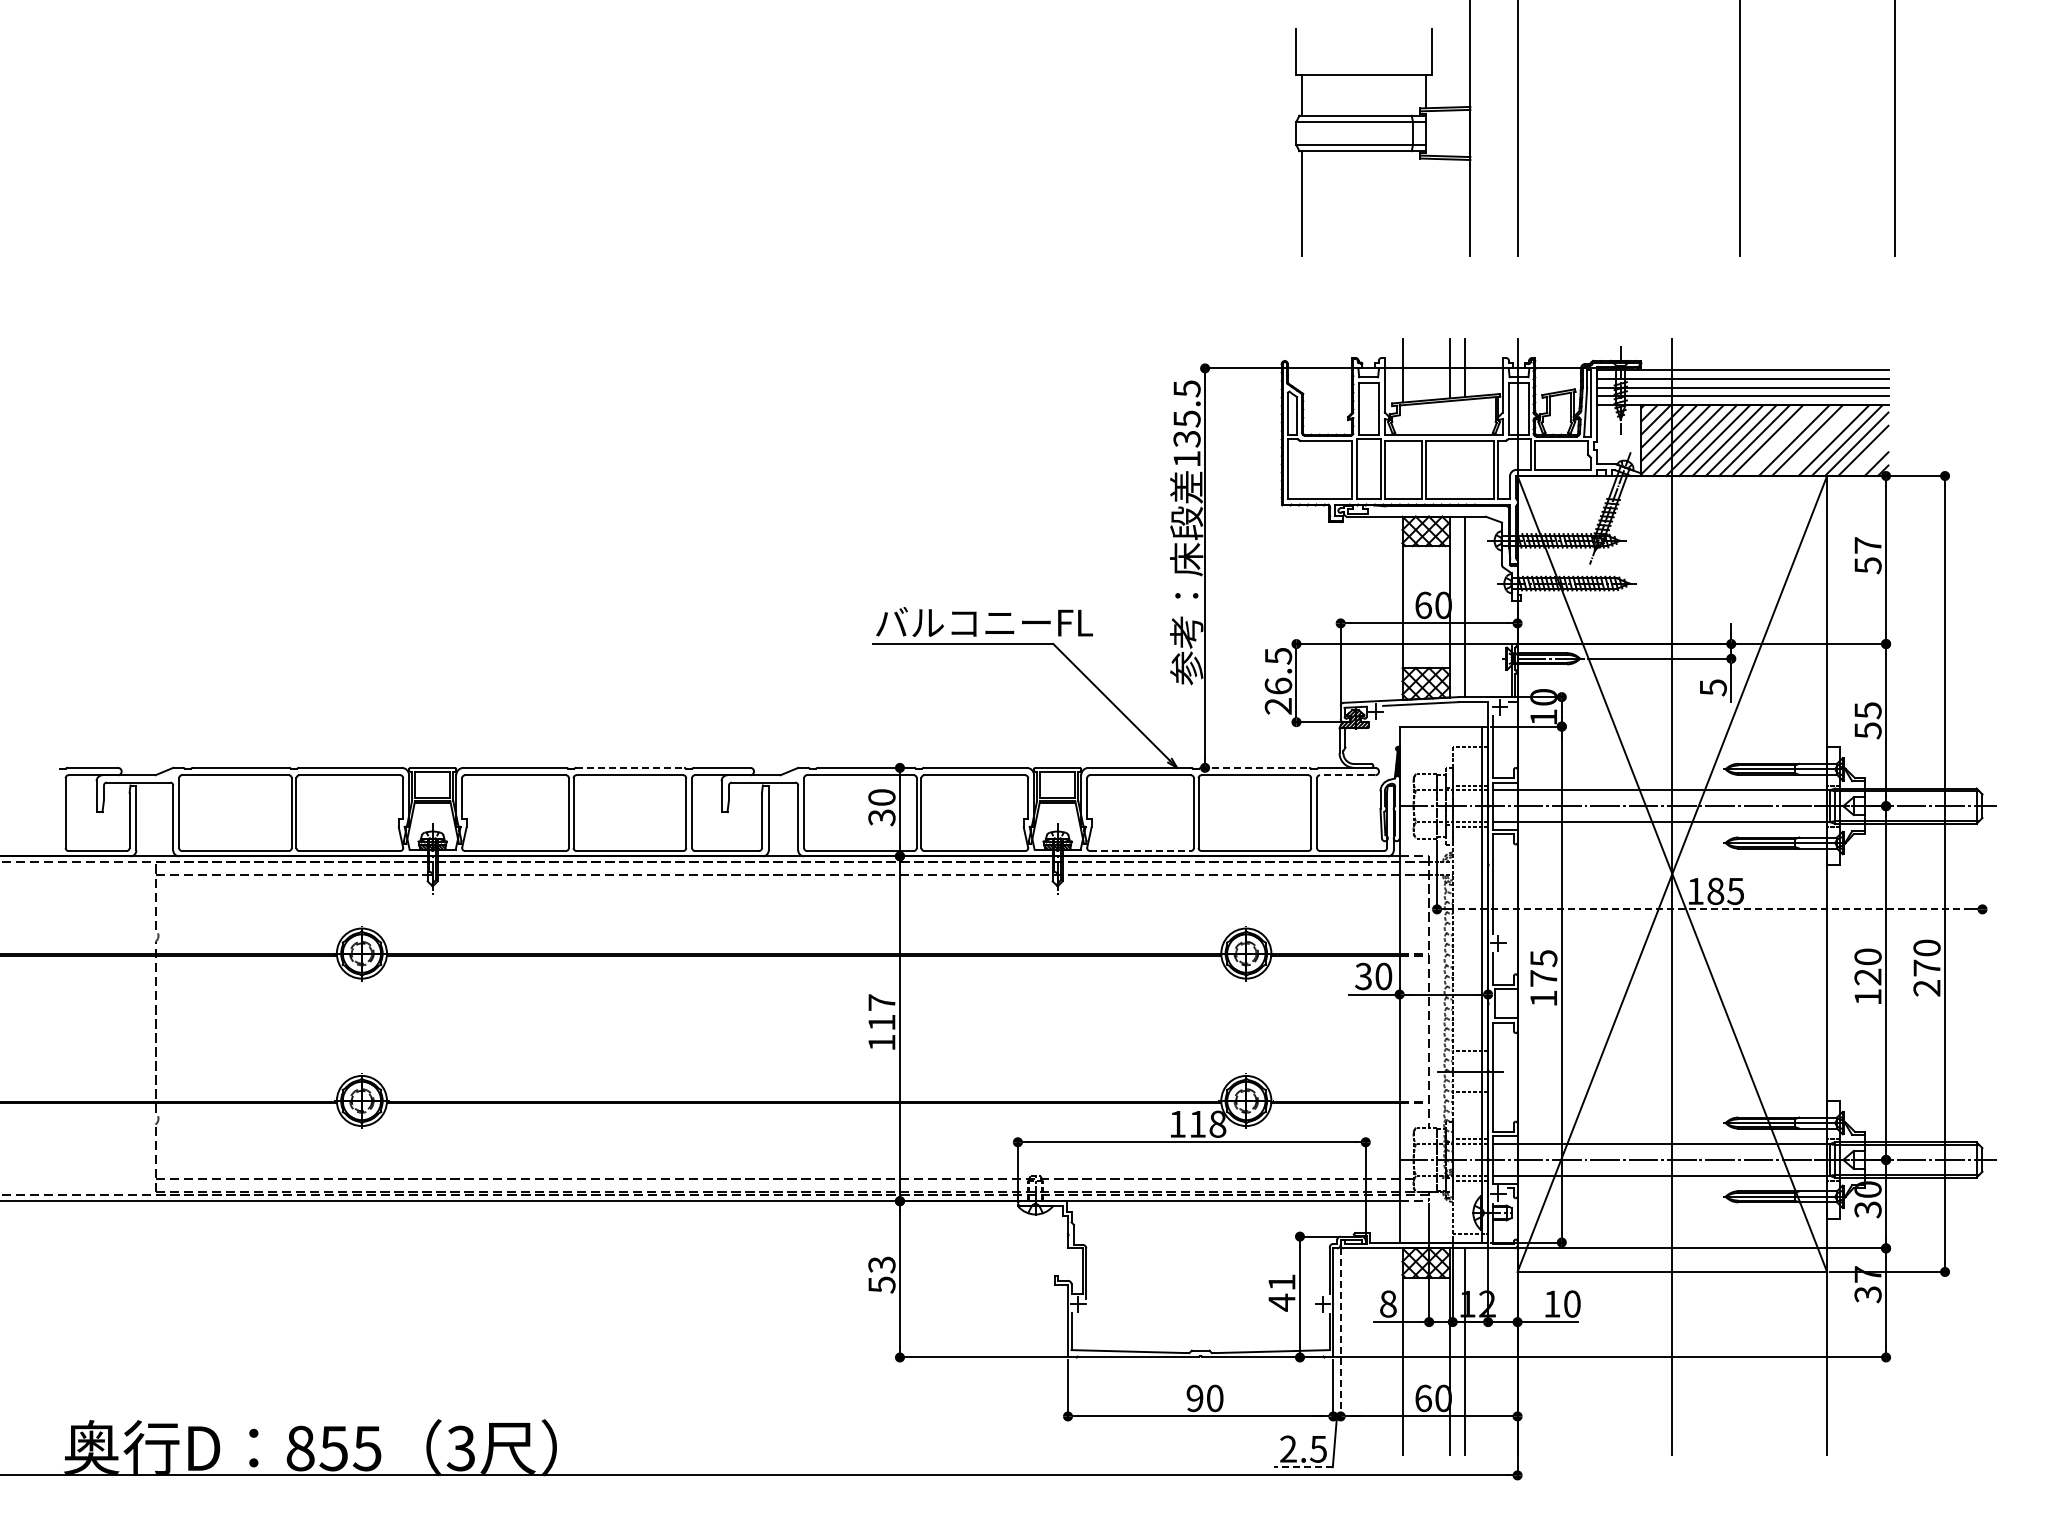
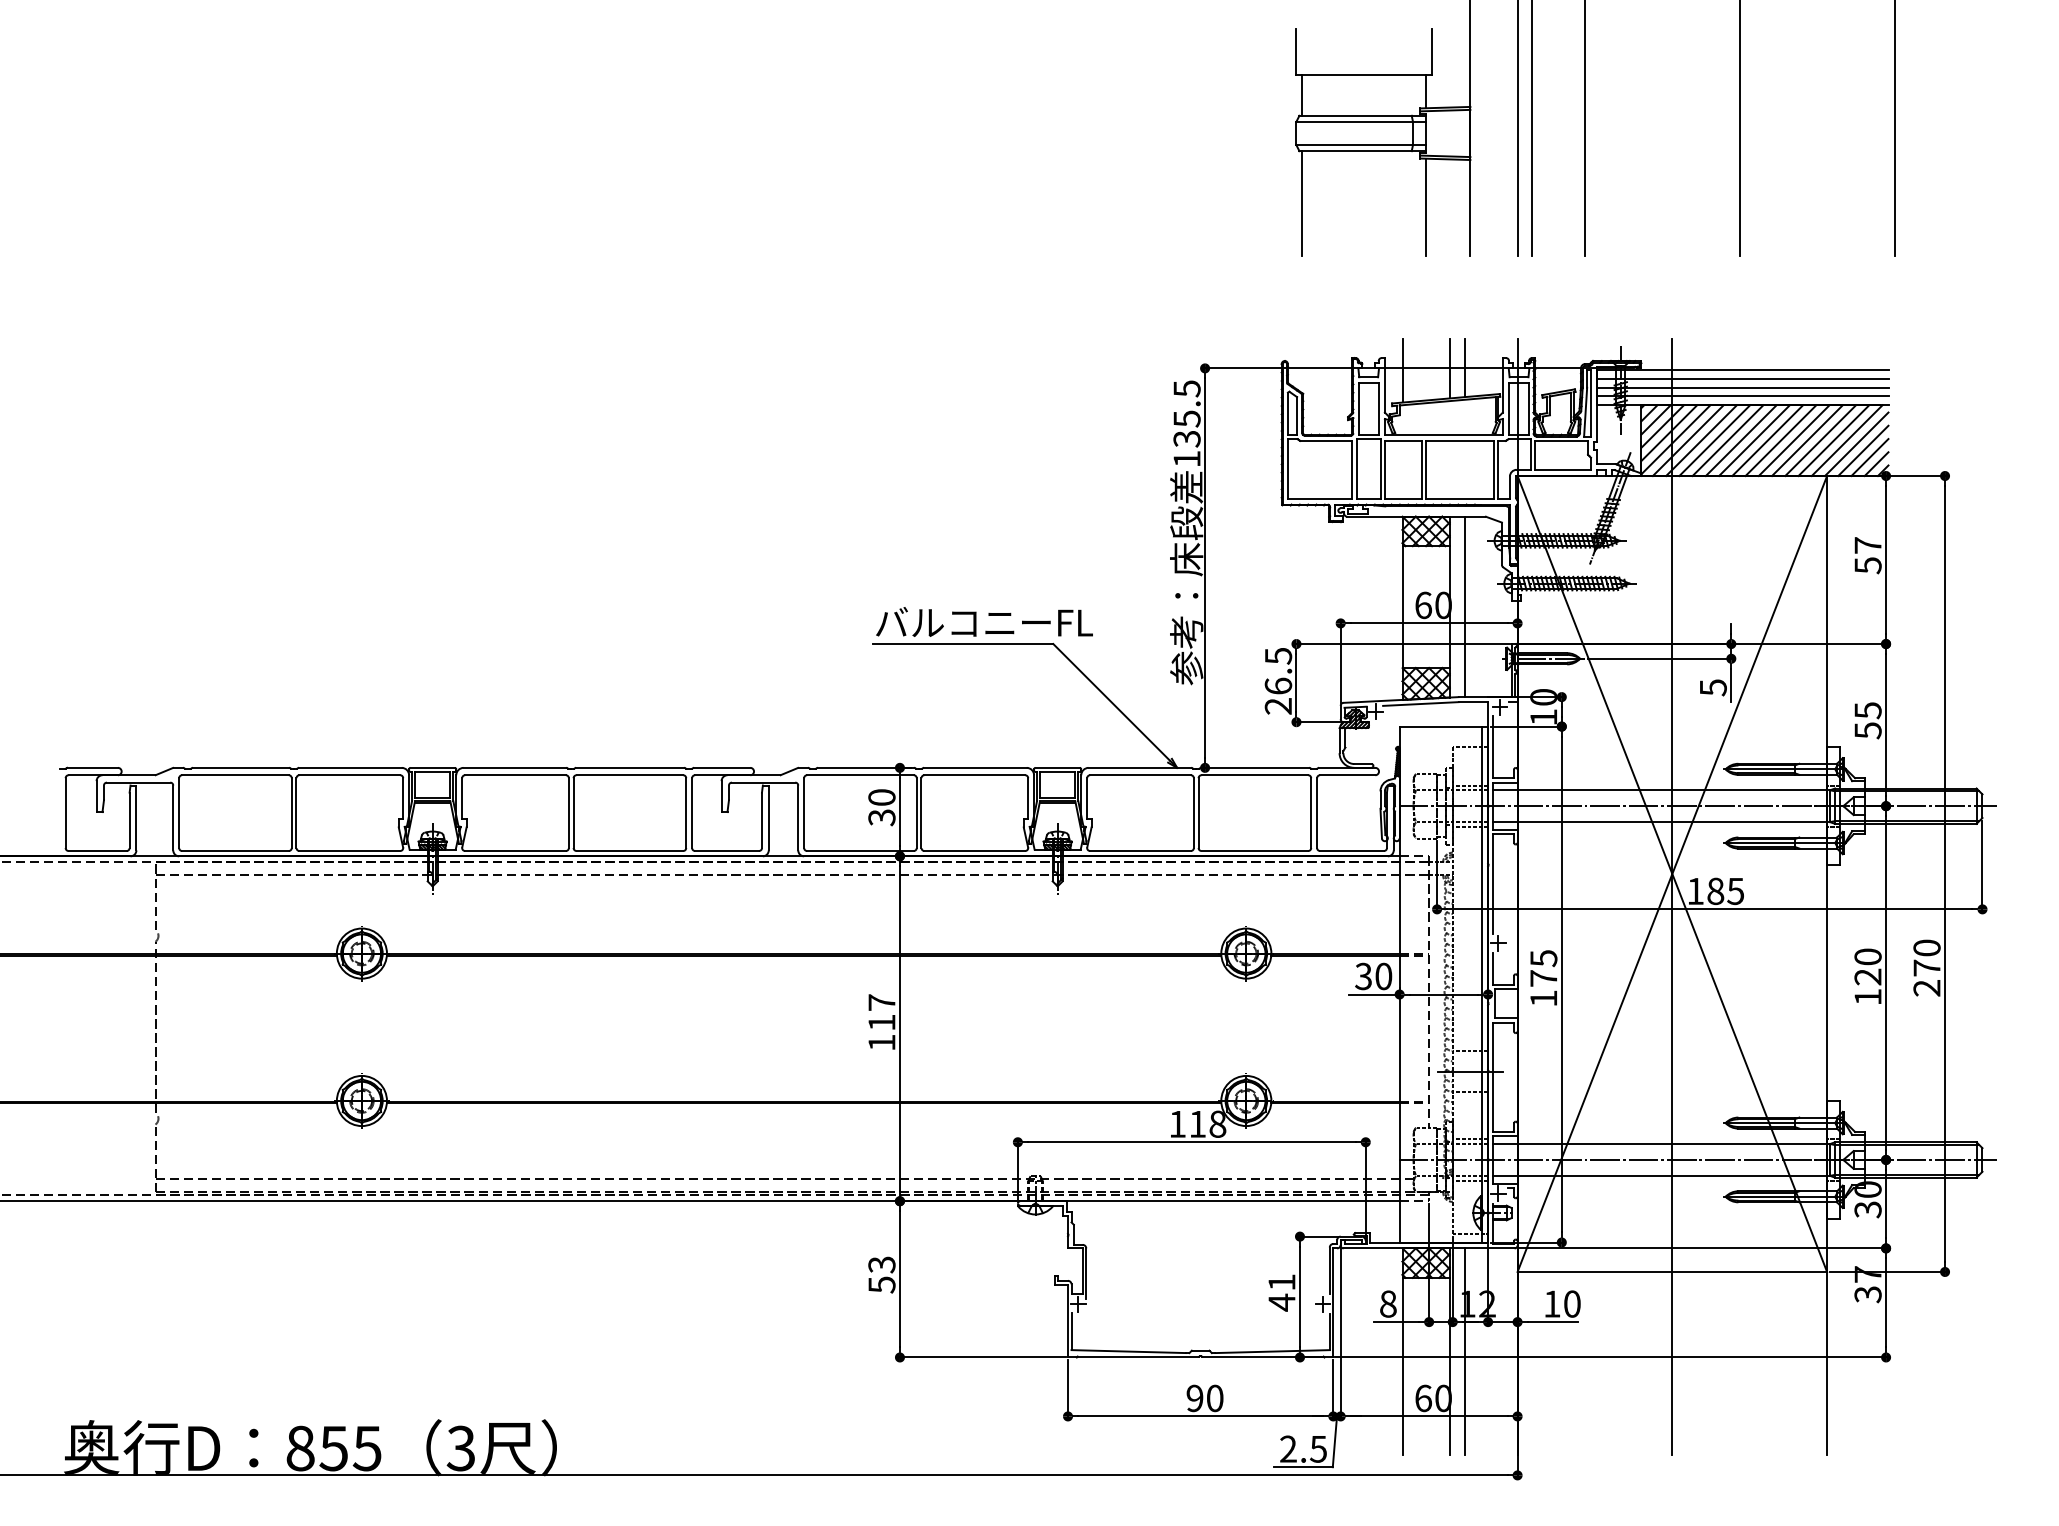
line at (1532, 129): none -> present
line at (1585, 129): none -> present
line at (1426, 207): none -> present
line at (1780, 440): none -> present
line at (1820, 440): none -> present
line at (1869, 457): none -> present
line at (630, 767): dashed -> solid
line at (1255, 767): dashed -> solid
line at (1347, 775): dashed -> solid
line at (1141, 851): dashed -> solid
line at (1982, 866): none -> present
line at (1709, 909): dashed -> solid
line at (1340, 1333): dashed -> solid
line at (1302, 1467): dashed -> solid
